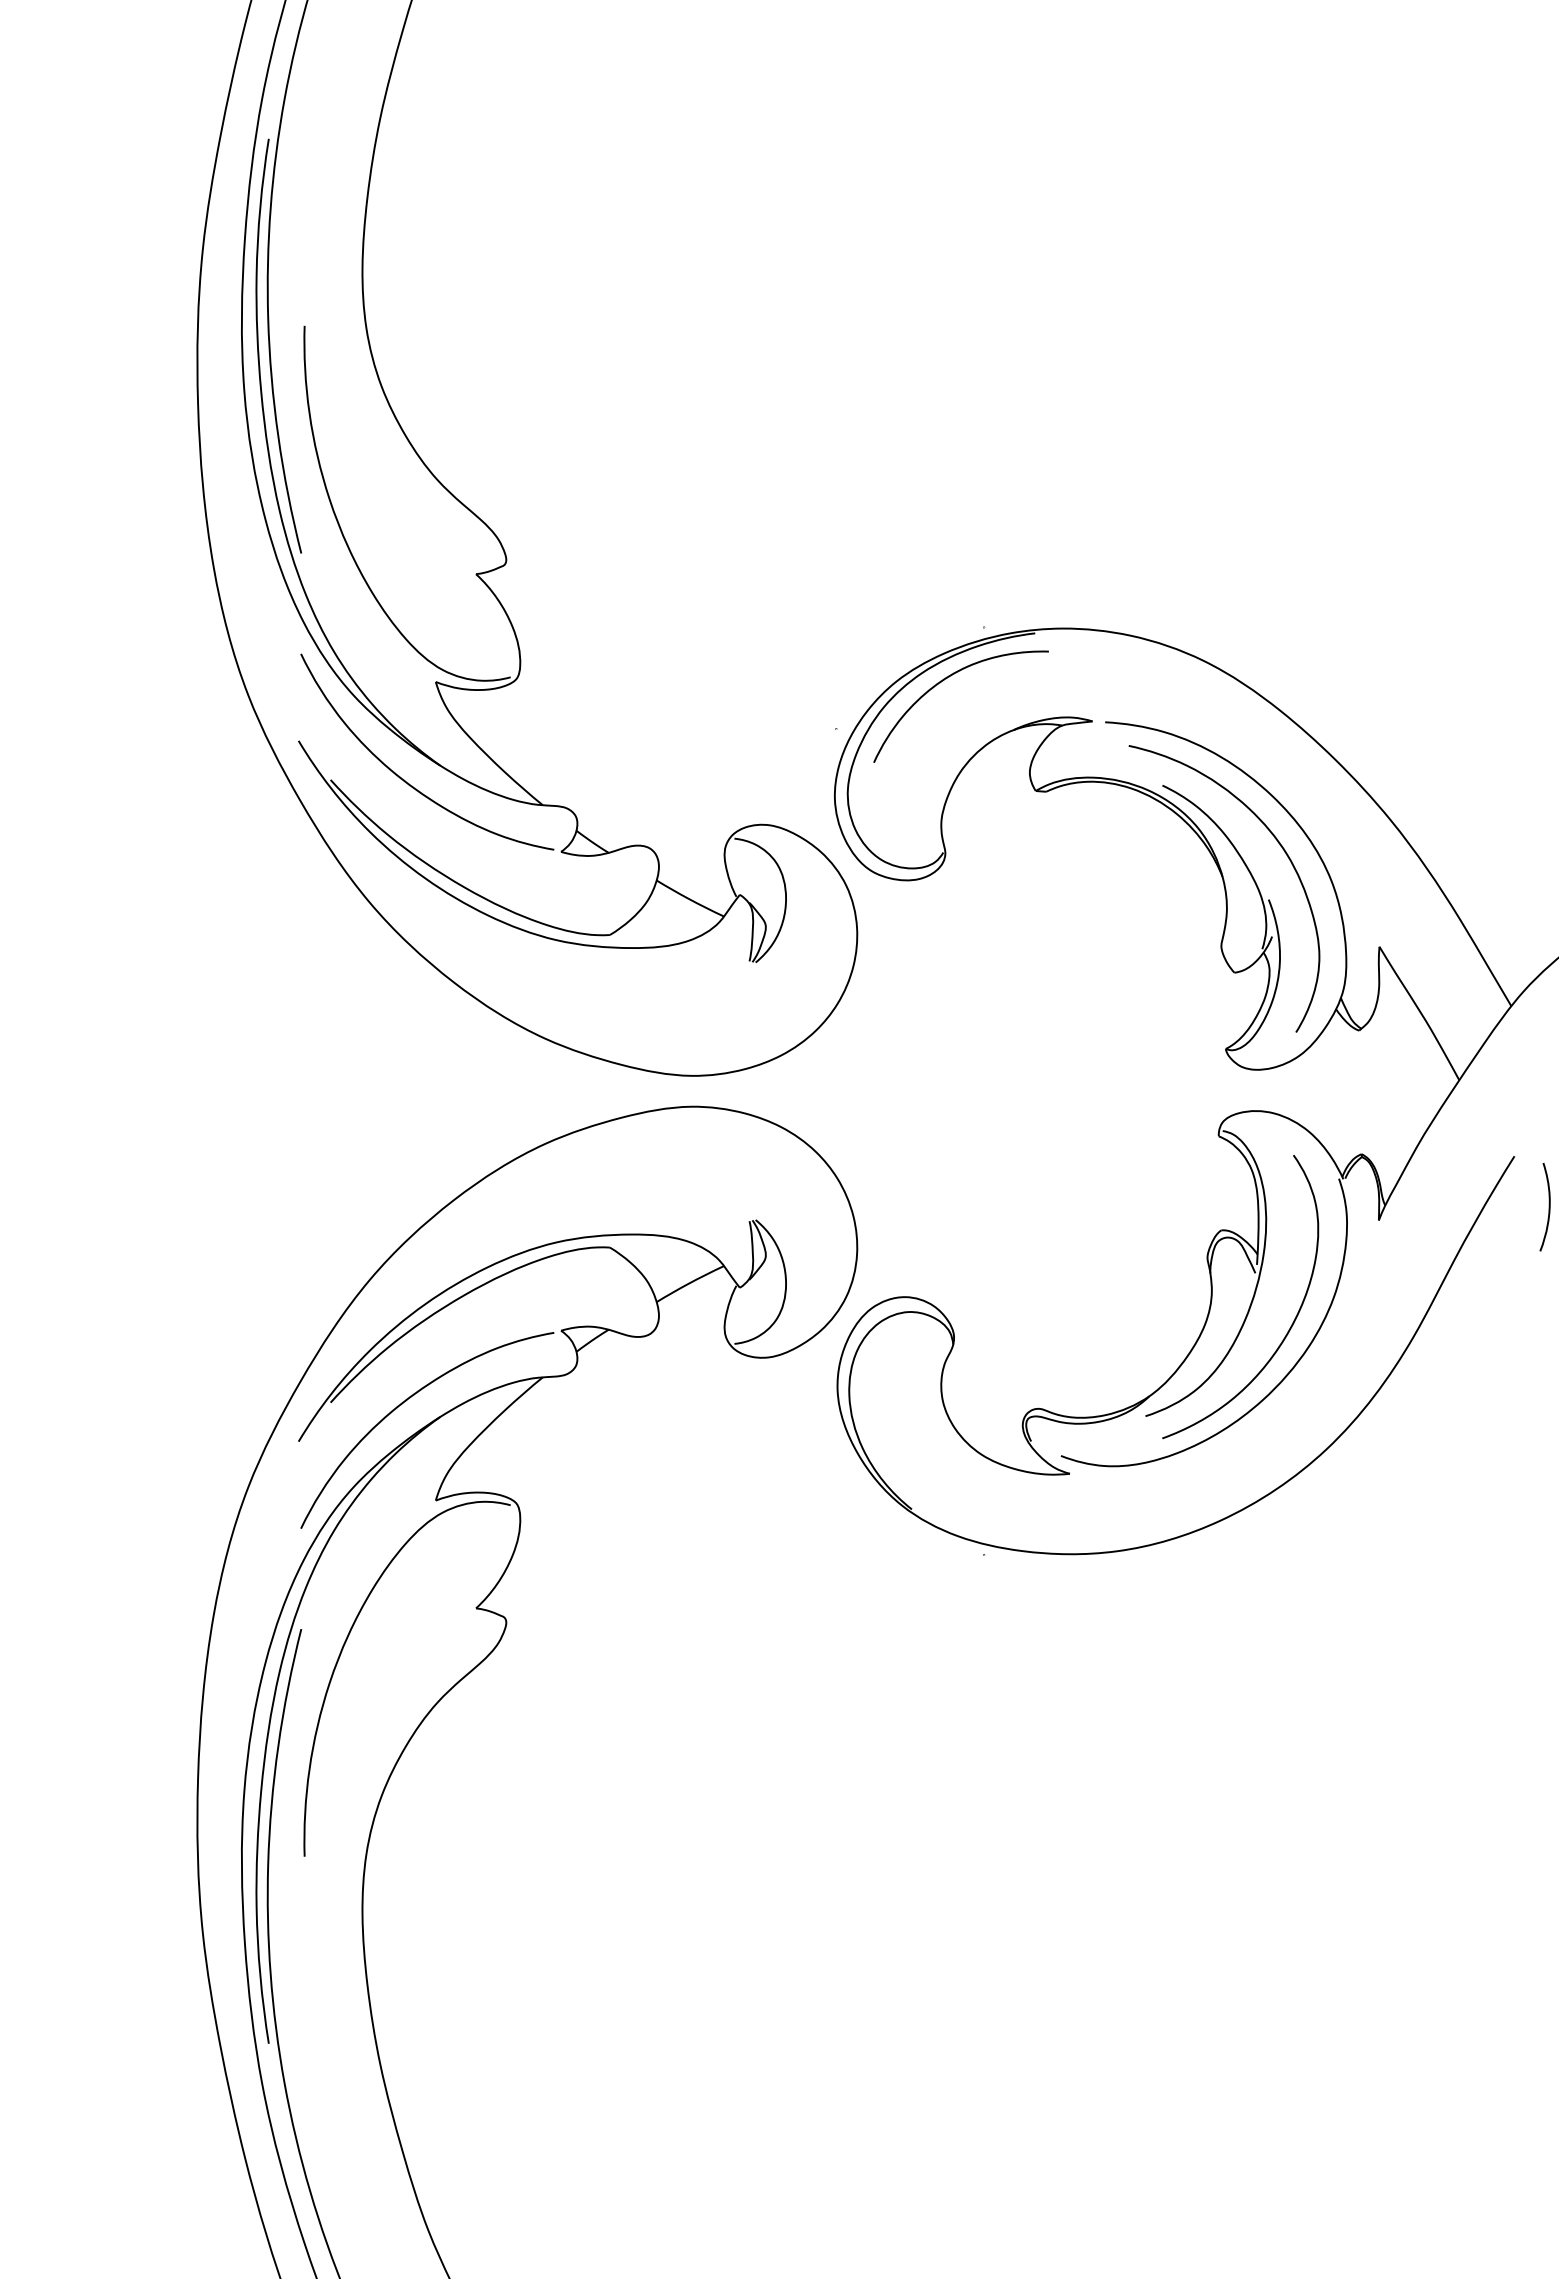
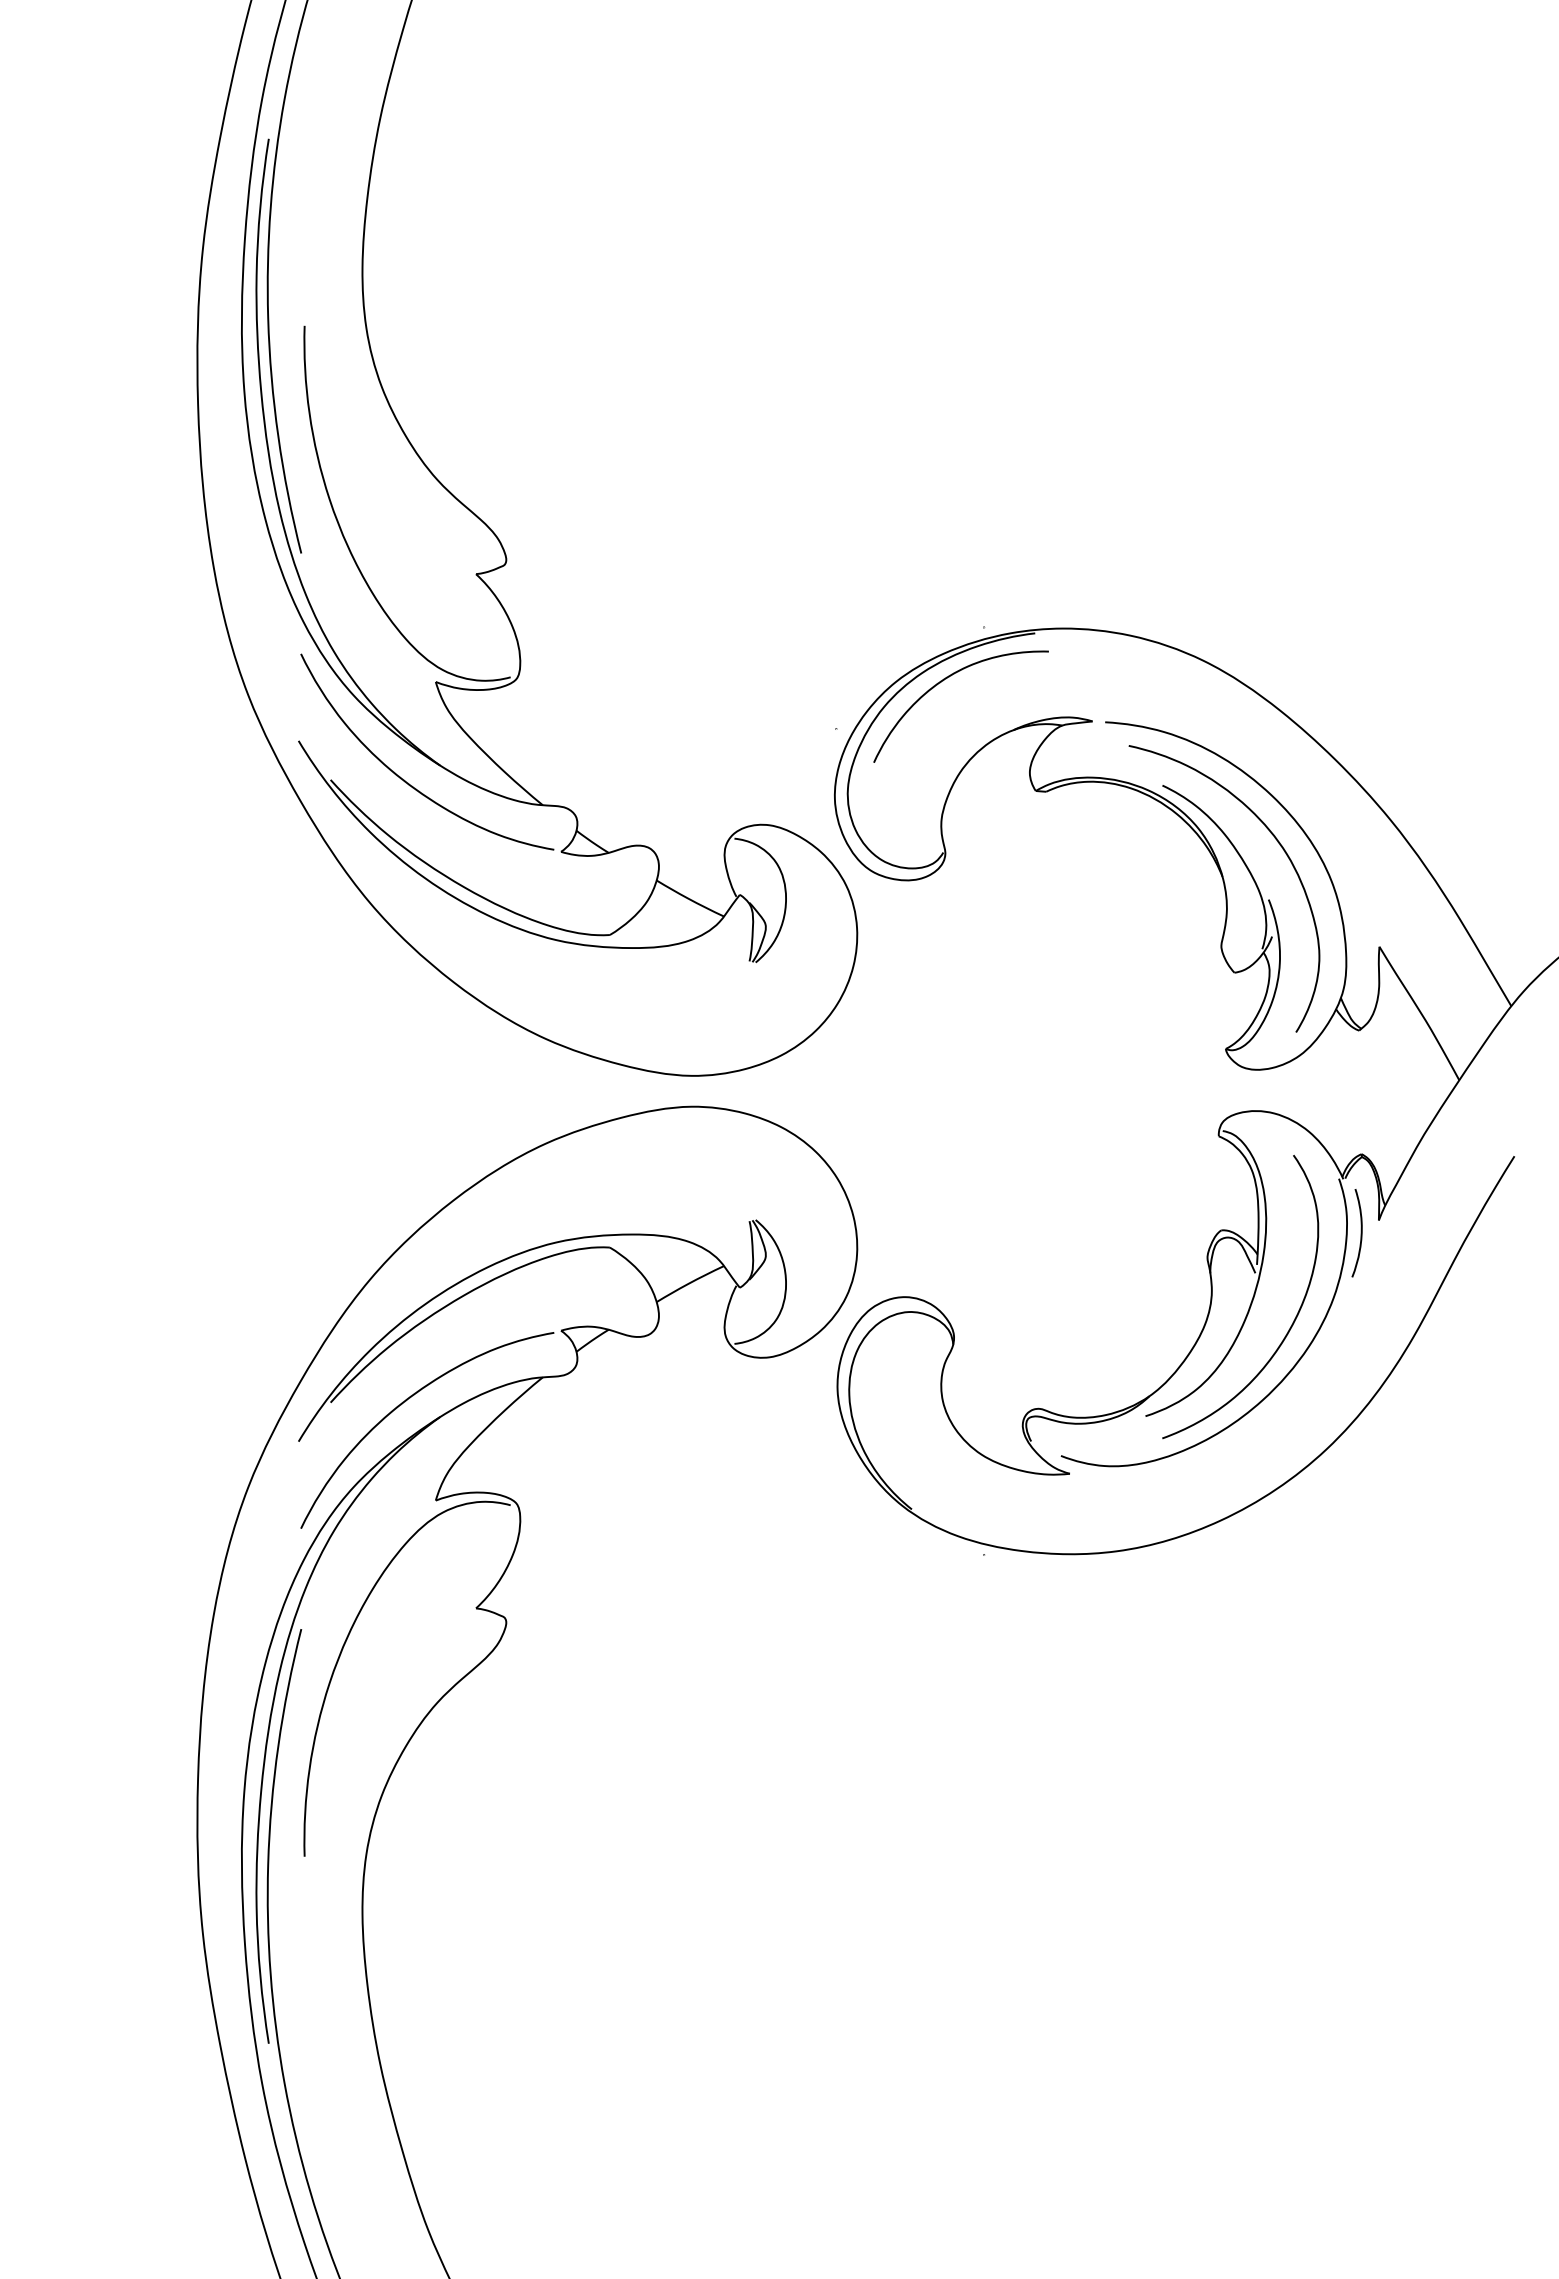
curve at (1548, 1207) position: (1548, 1207) -> (1360, 1233)
